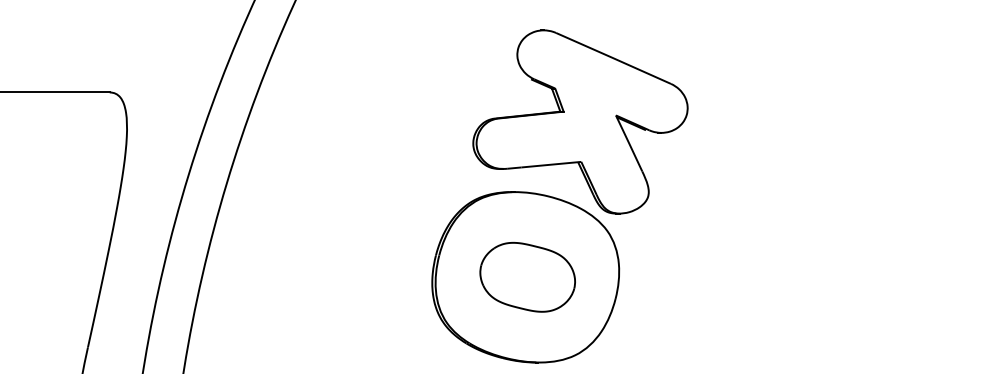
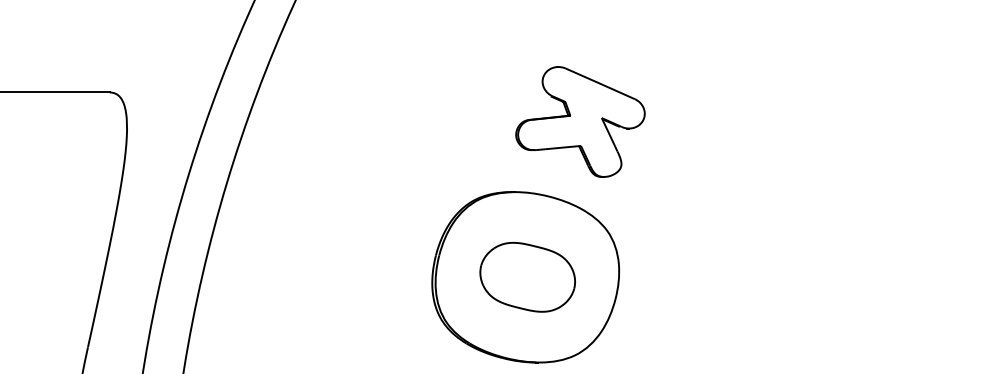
part at (580, 121) size: 217x186 px -> 131x112 px
